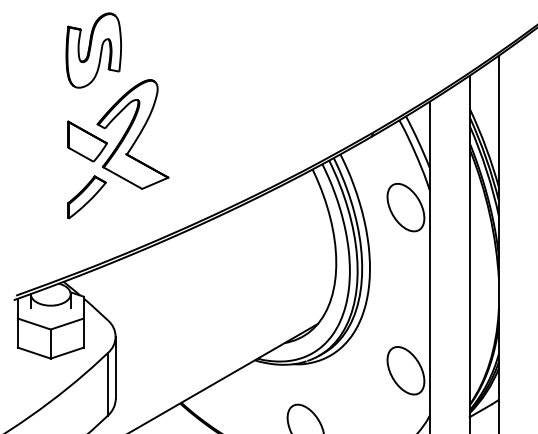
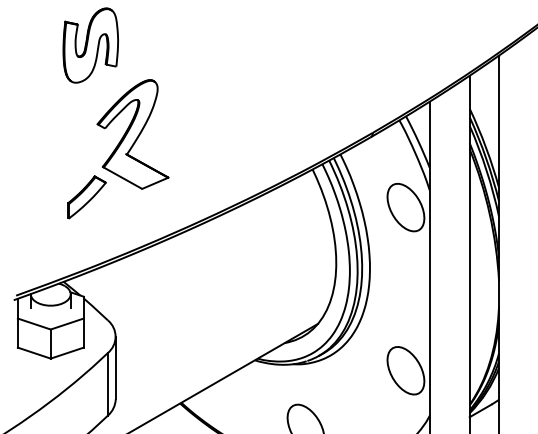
part at (93, 50) position: (93, 50) -> (90, 45)
part at (87, 141): present -> none
